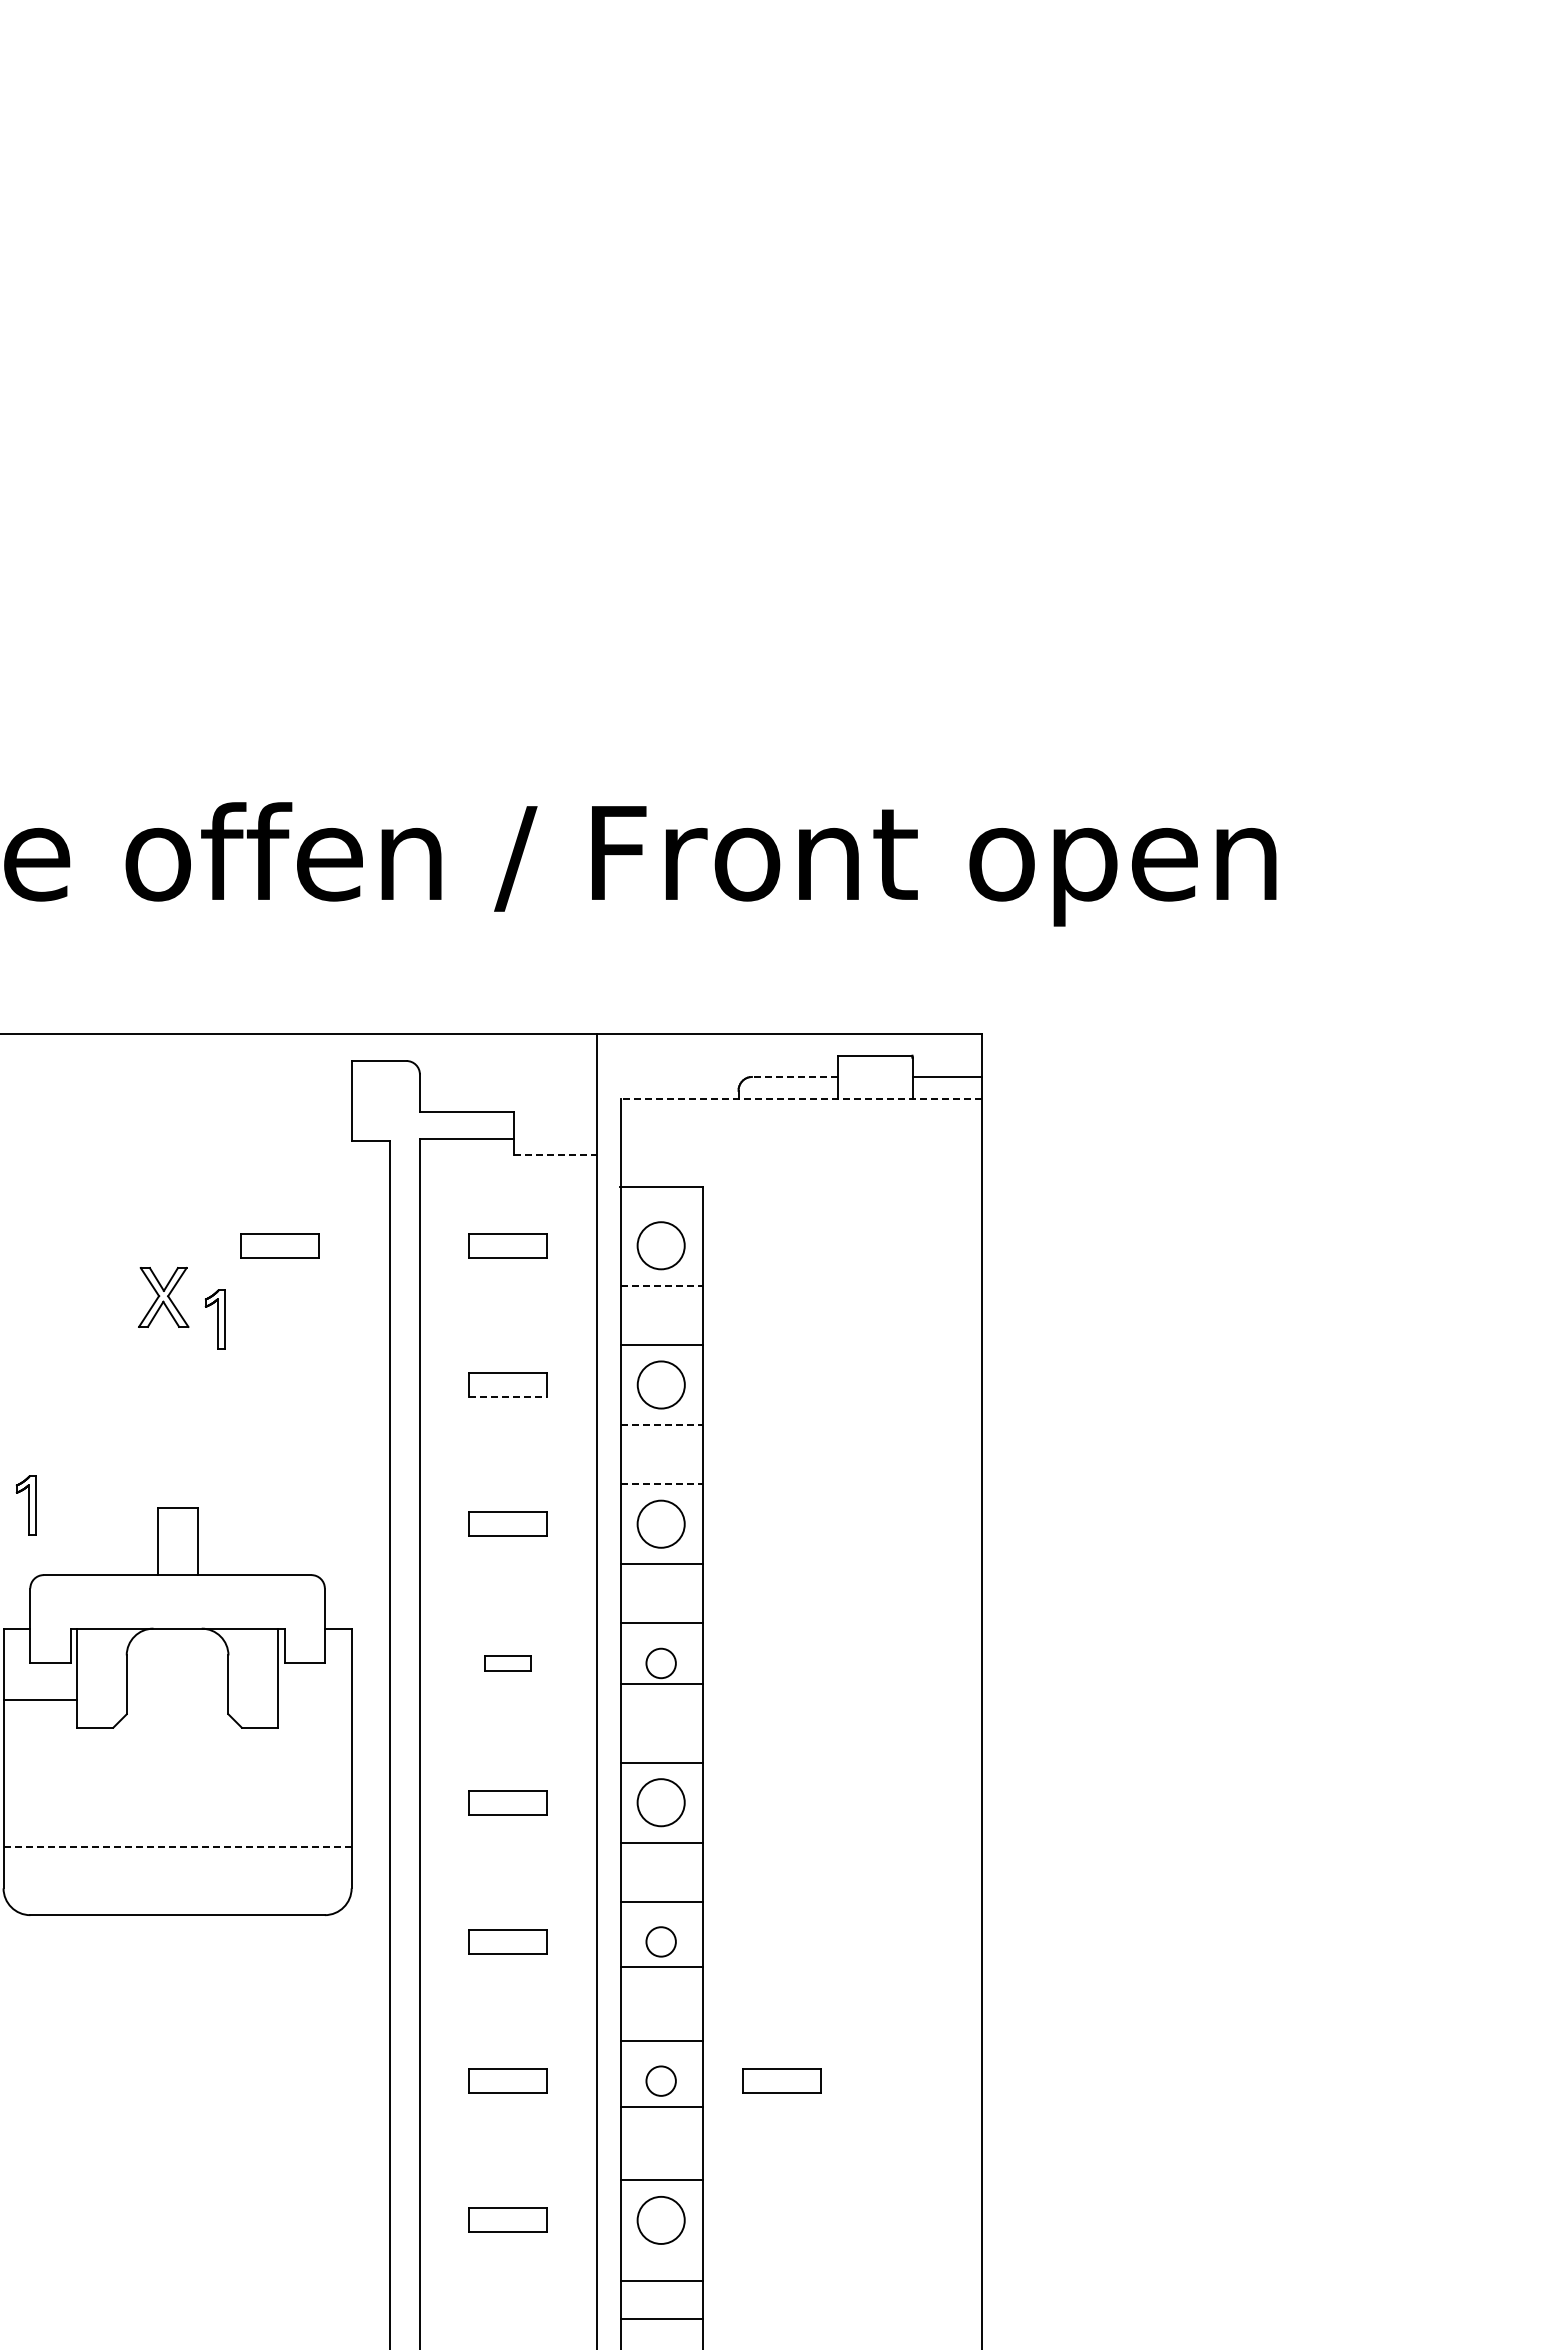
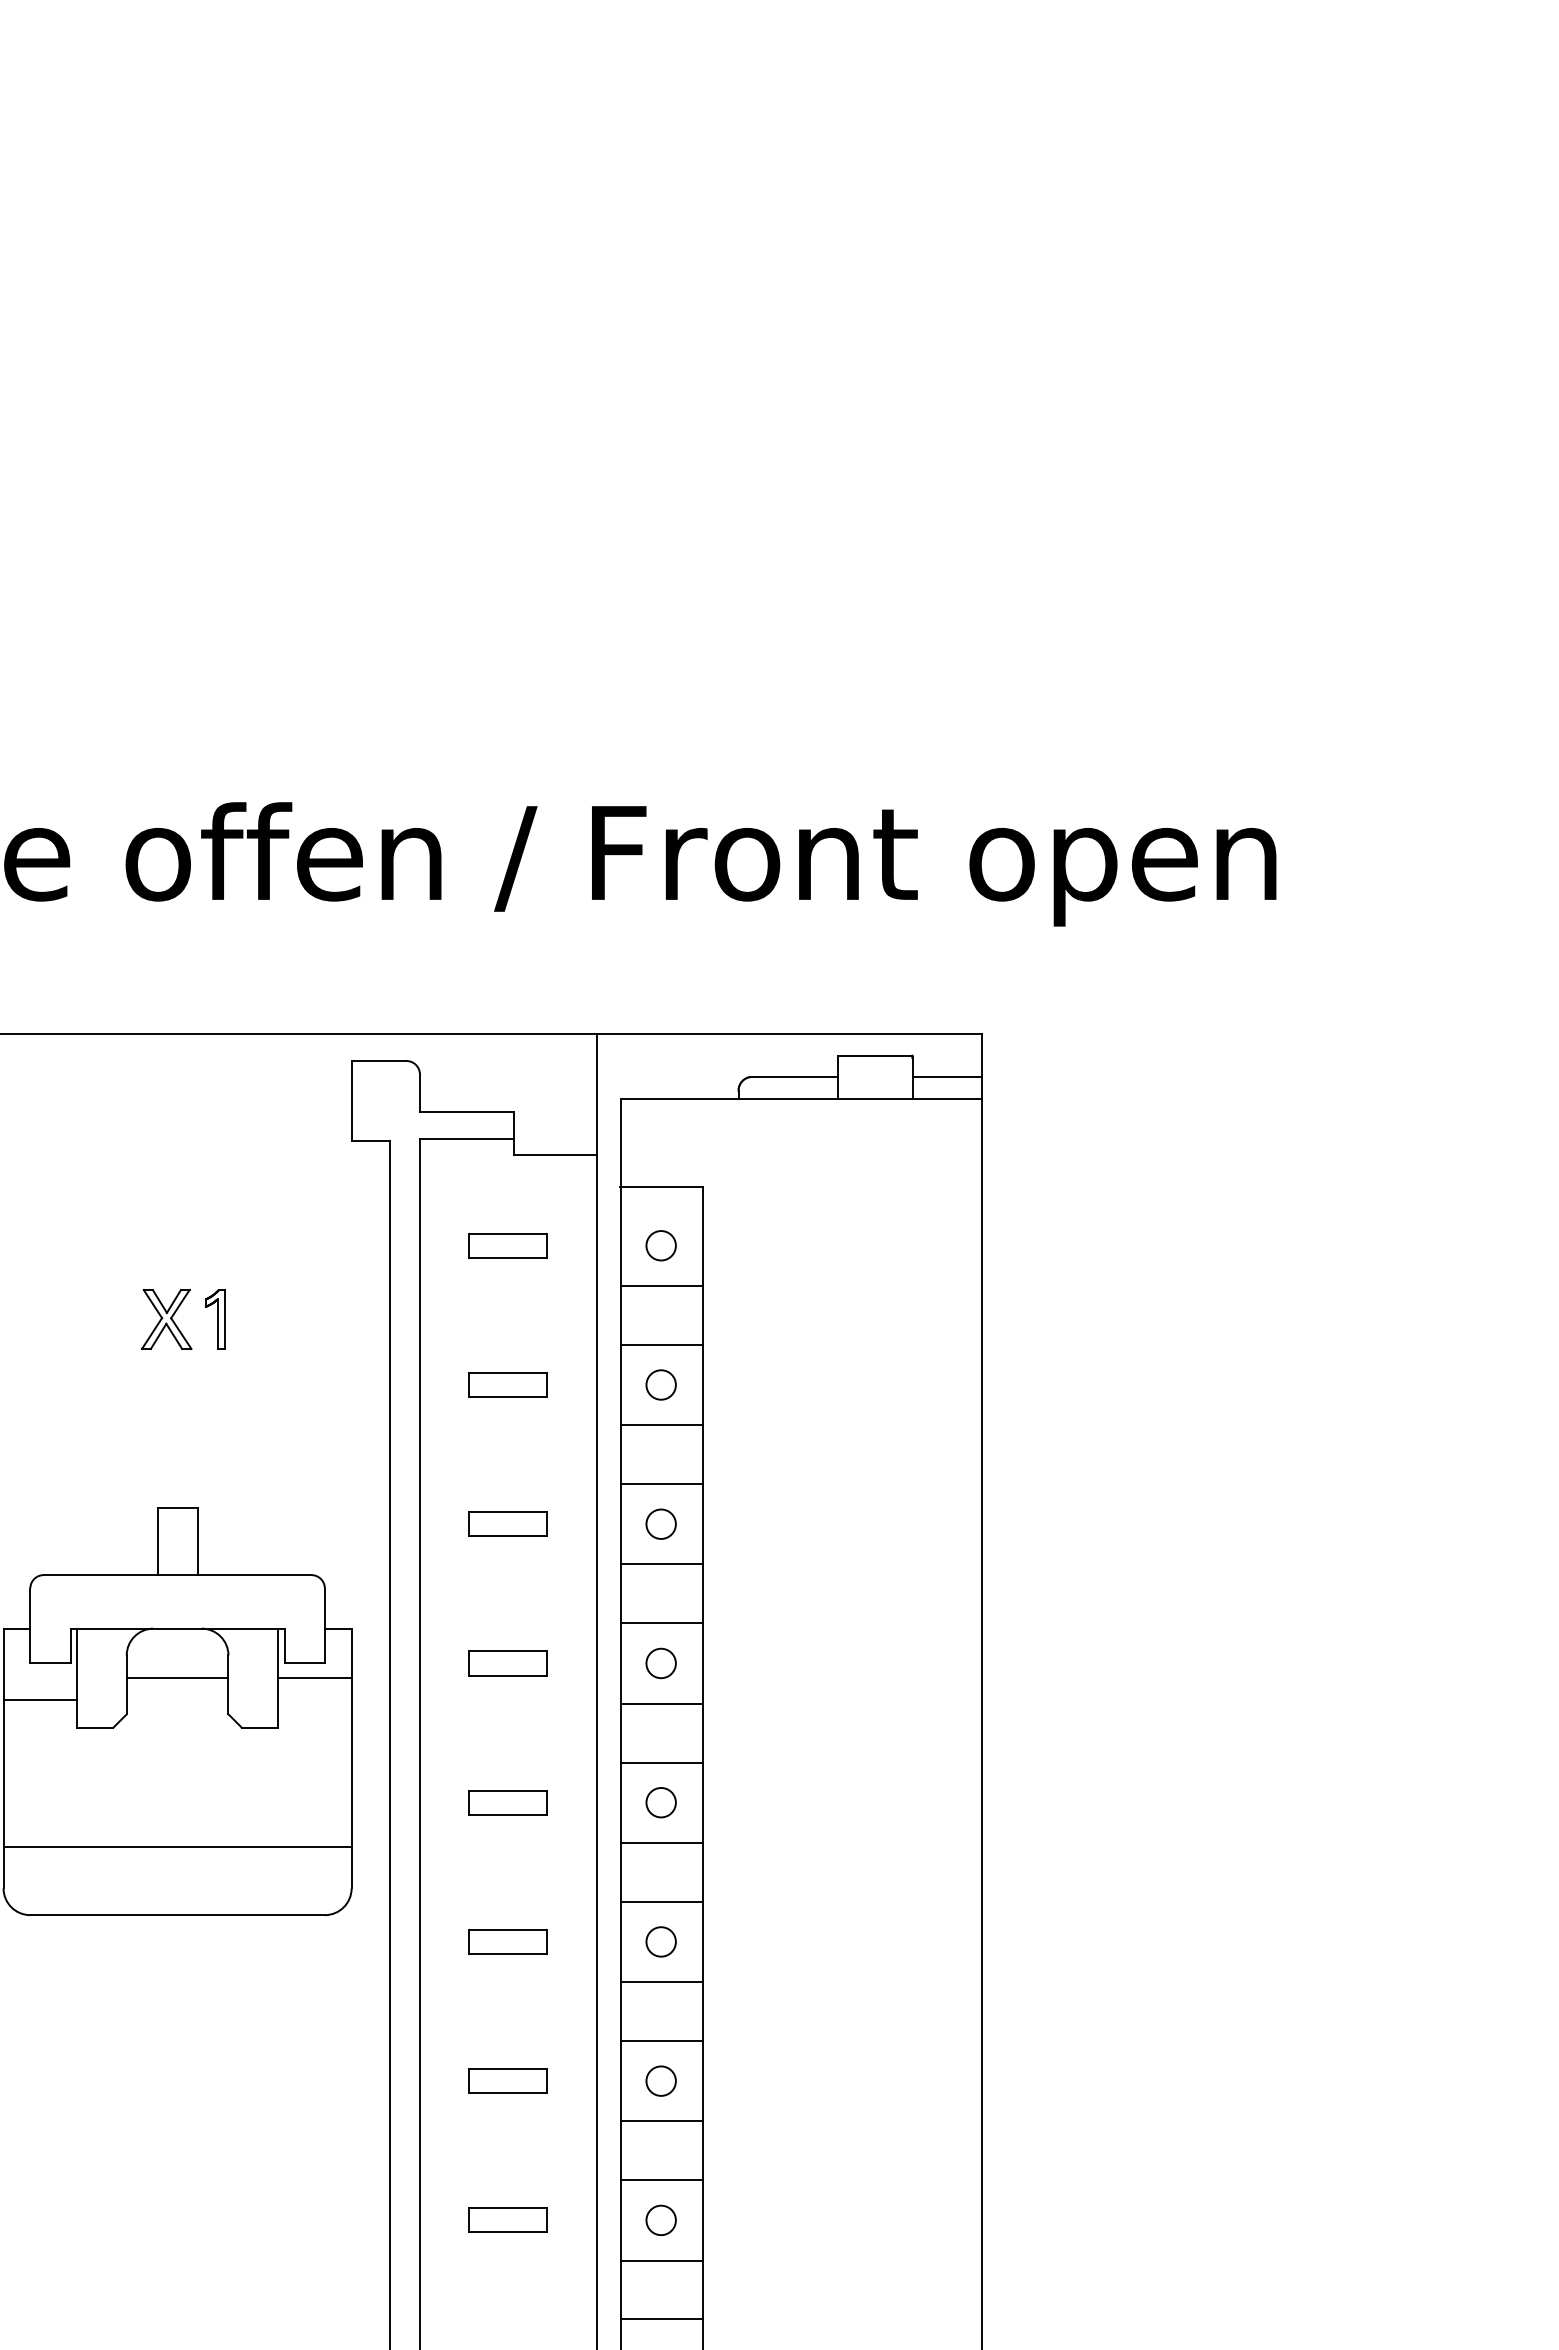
line at (794, 1076): dashed -> solid
line at (801, 1098): dashed -> solid
line at (555, 1154): dashed -> solid
part at (279, 1245): present -> none
circle at (660, 1245) diameter: 47 px -> 29 px
line at (661, 1285): dashed -> solid
part at (163, 1297) position: (163, 1297) -> (166, 1319)
circle at (660, 1384) size: 50x50 px -> 32x32 px
line at (508, 1397): dashed -> solid
line at (661, 1425): dashed -> solid
line at (661, 1484): dashed -> solid
part at (25, 1505): present -> none
circle at (660, 1523) diameter: 47 px -> 29 px
part at (507, 1663) size: 48x17 px -> 80x27 px
line at (177, 1678): none -> present
line at (314, 1678): none -> present
line at (661, 1683) position: (661, 1683) -> (661, 1703)
circle at (660, 1802) diameter: 47 px -> 29 px
line at (178, 1846): dashed -> solid
line at (661, 1967) position: (661, 1967) -> (661, 1982)
part at (781, 2080): present -> none
line at (661, 2107) position: (661, 2107) -> (661, 2121)
circle at (660, 2219) diameter: 47 px -> 29 px
line at (661, 2280) position: (661, 2280) -> (661, 2260)
